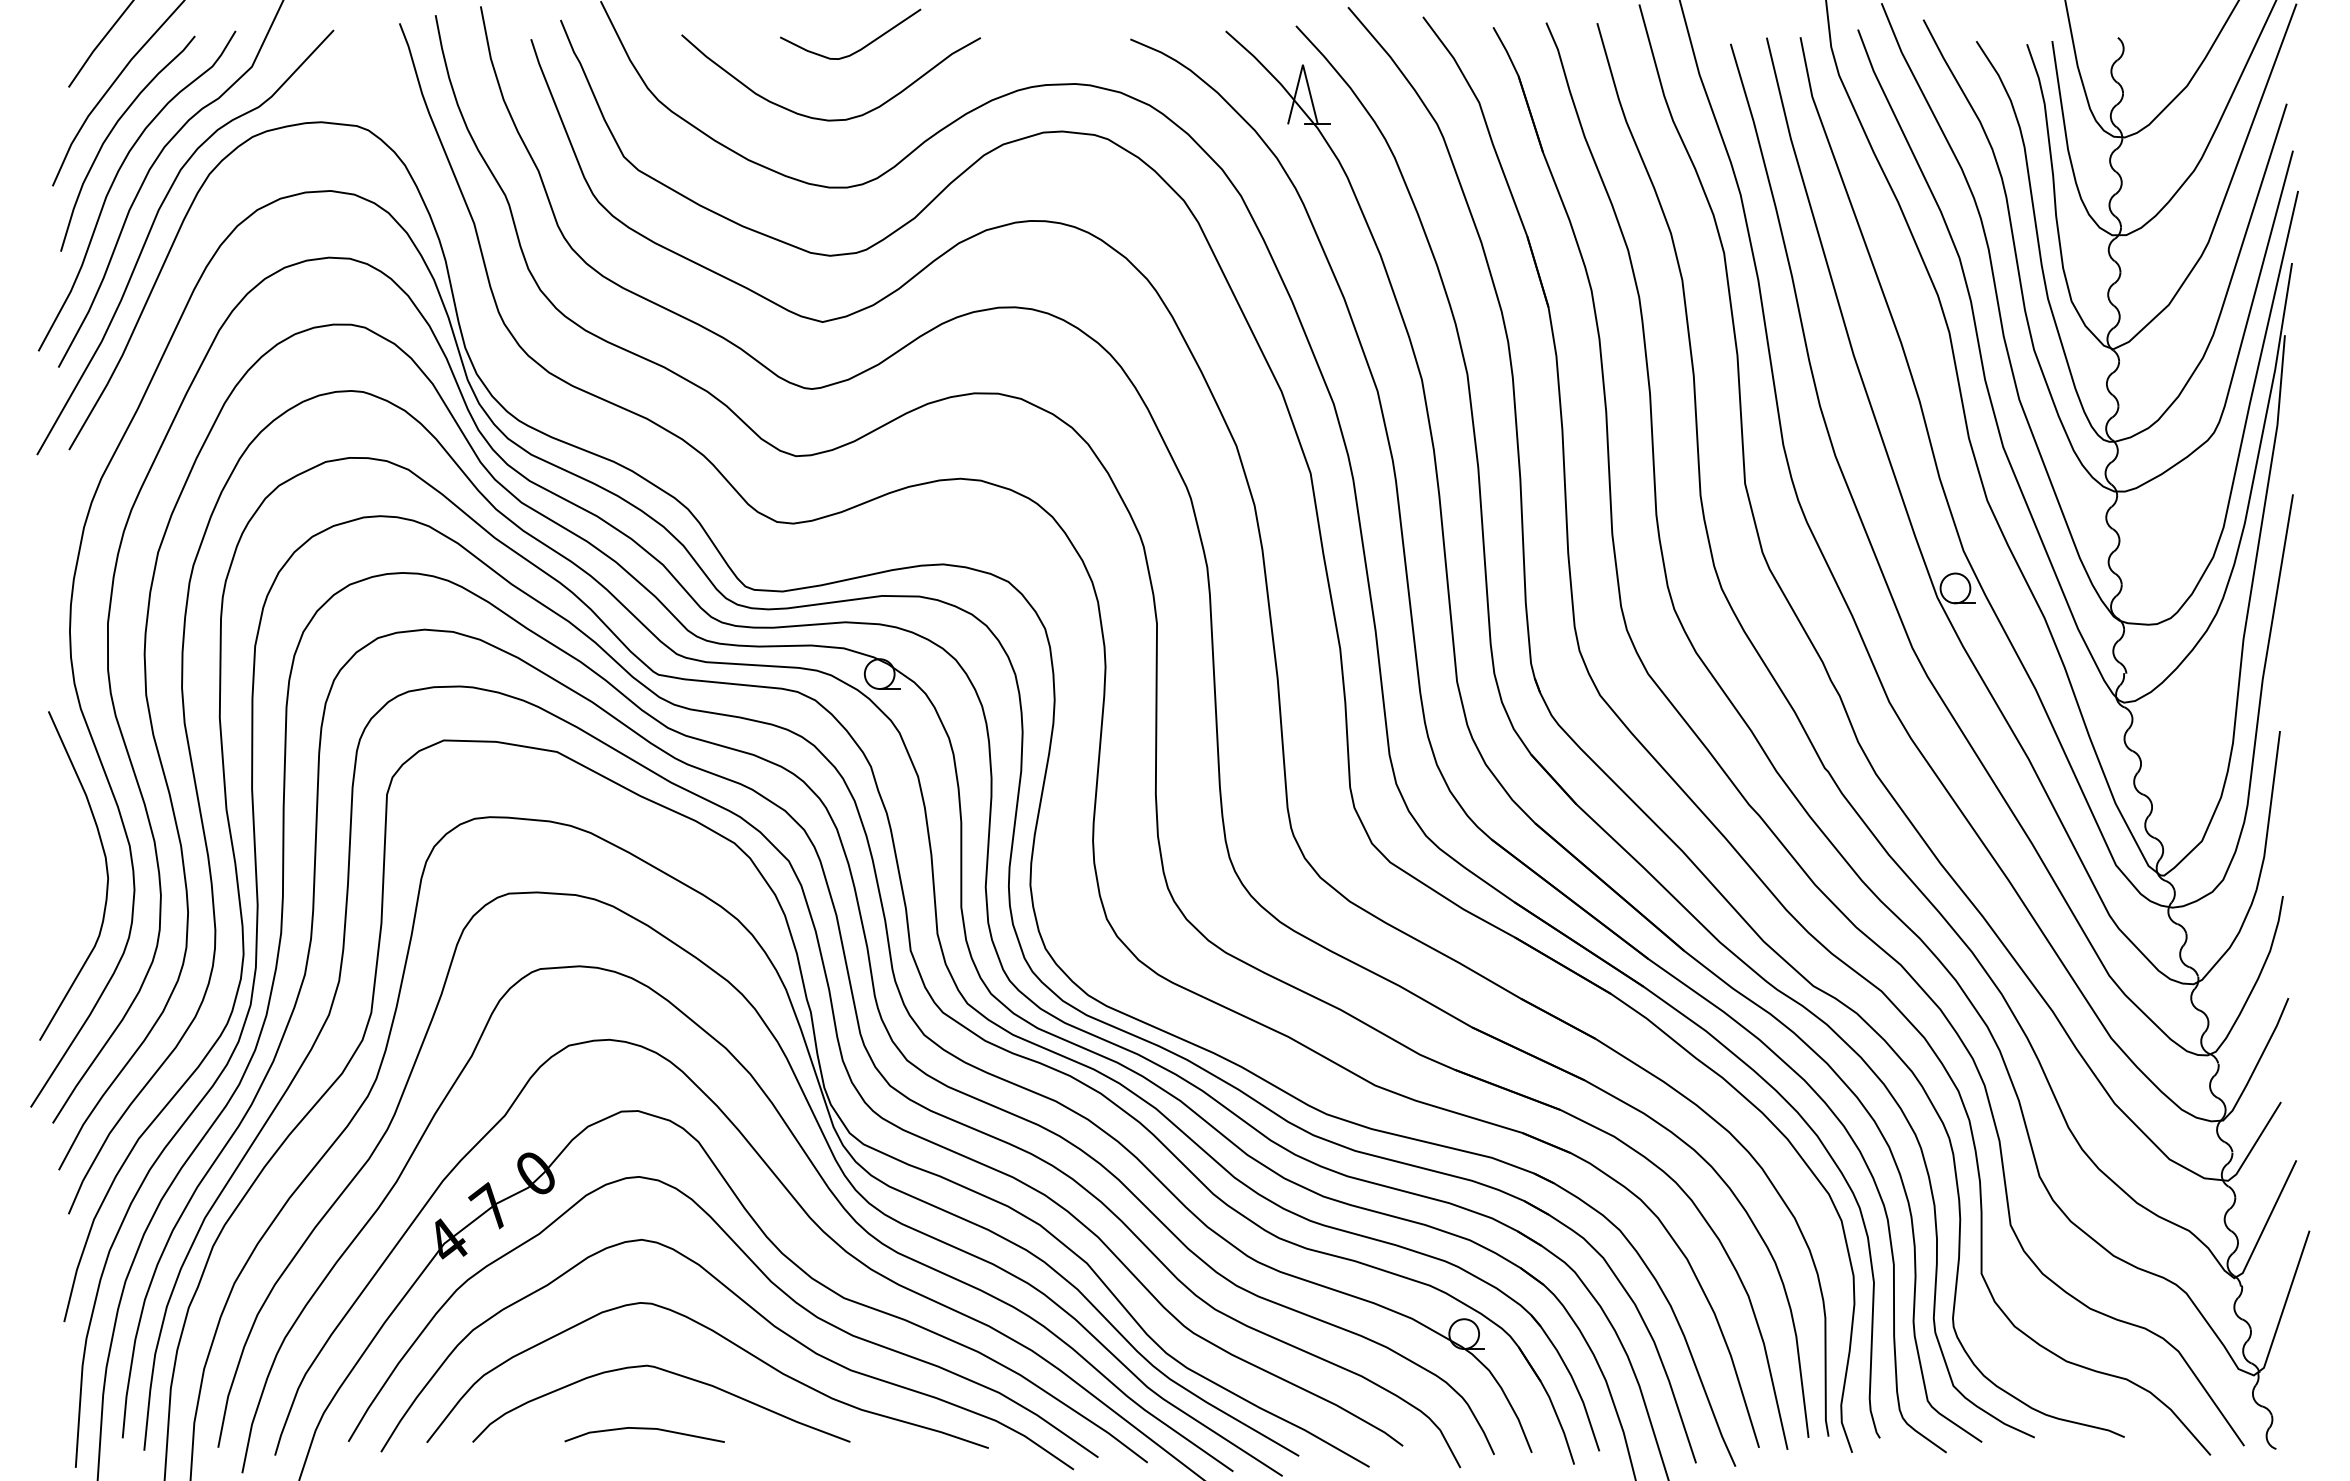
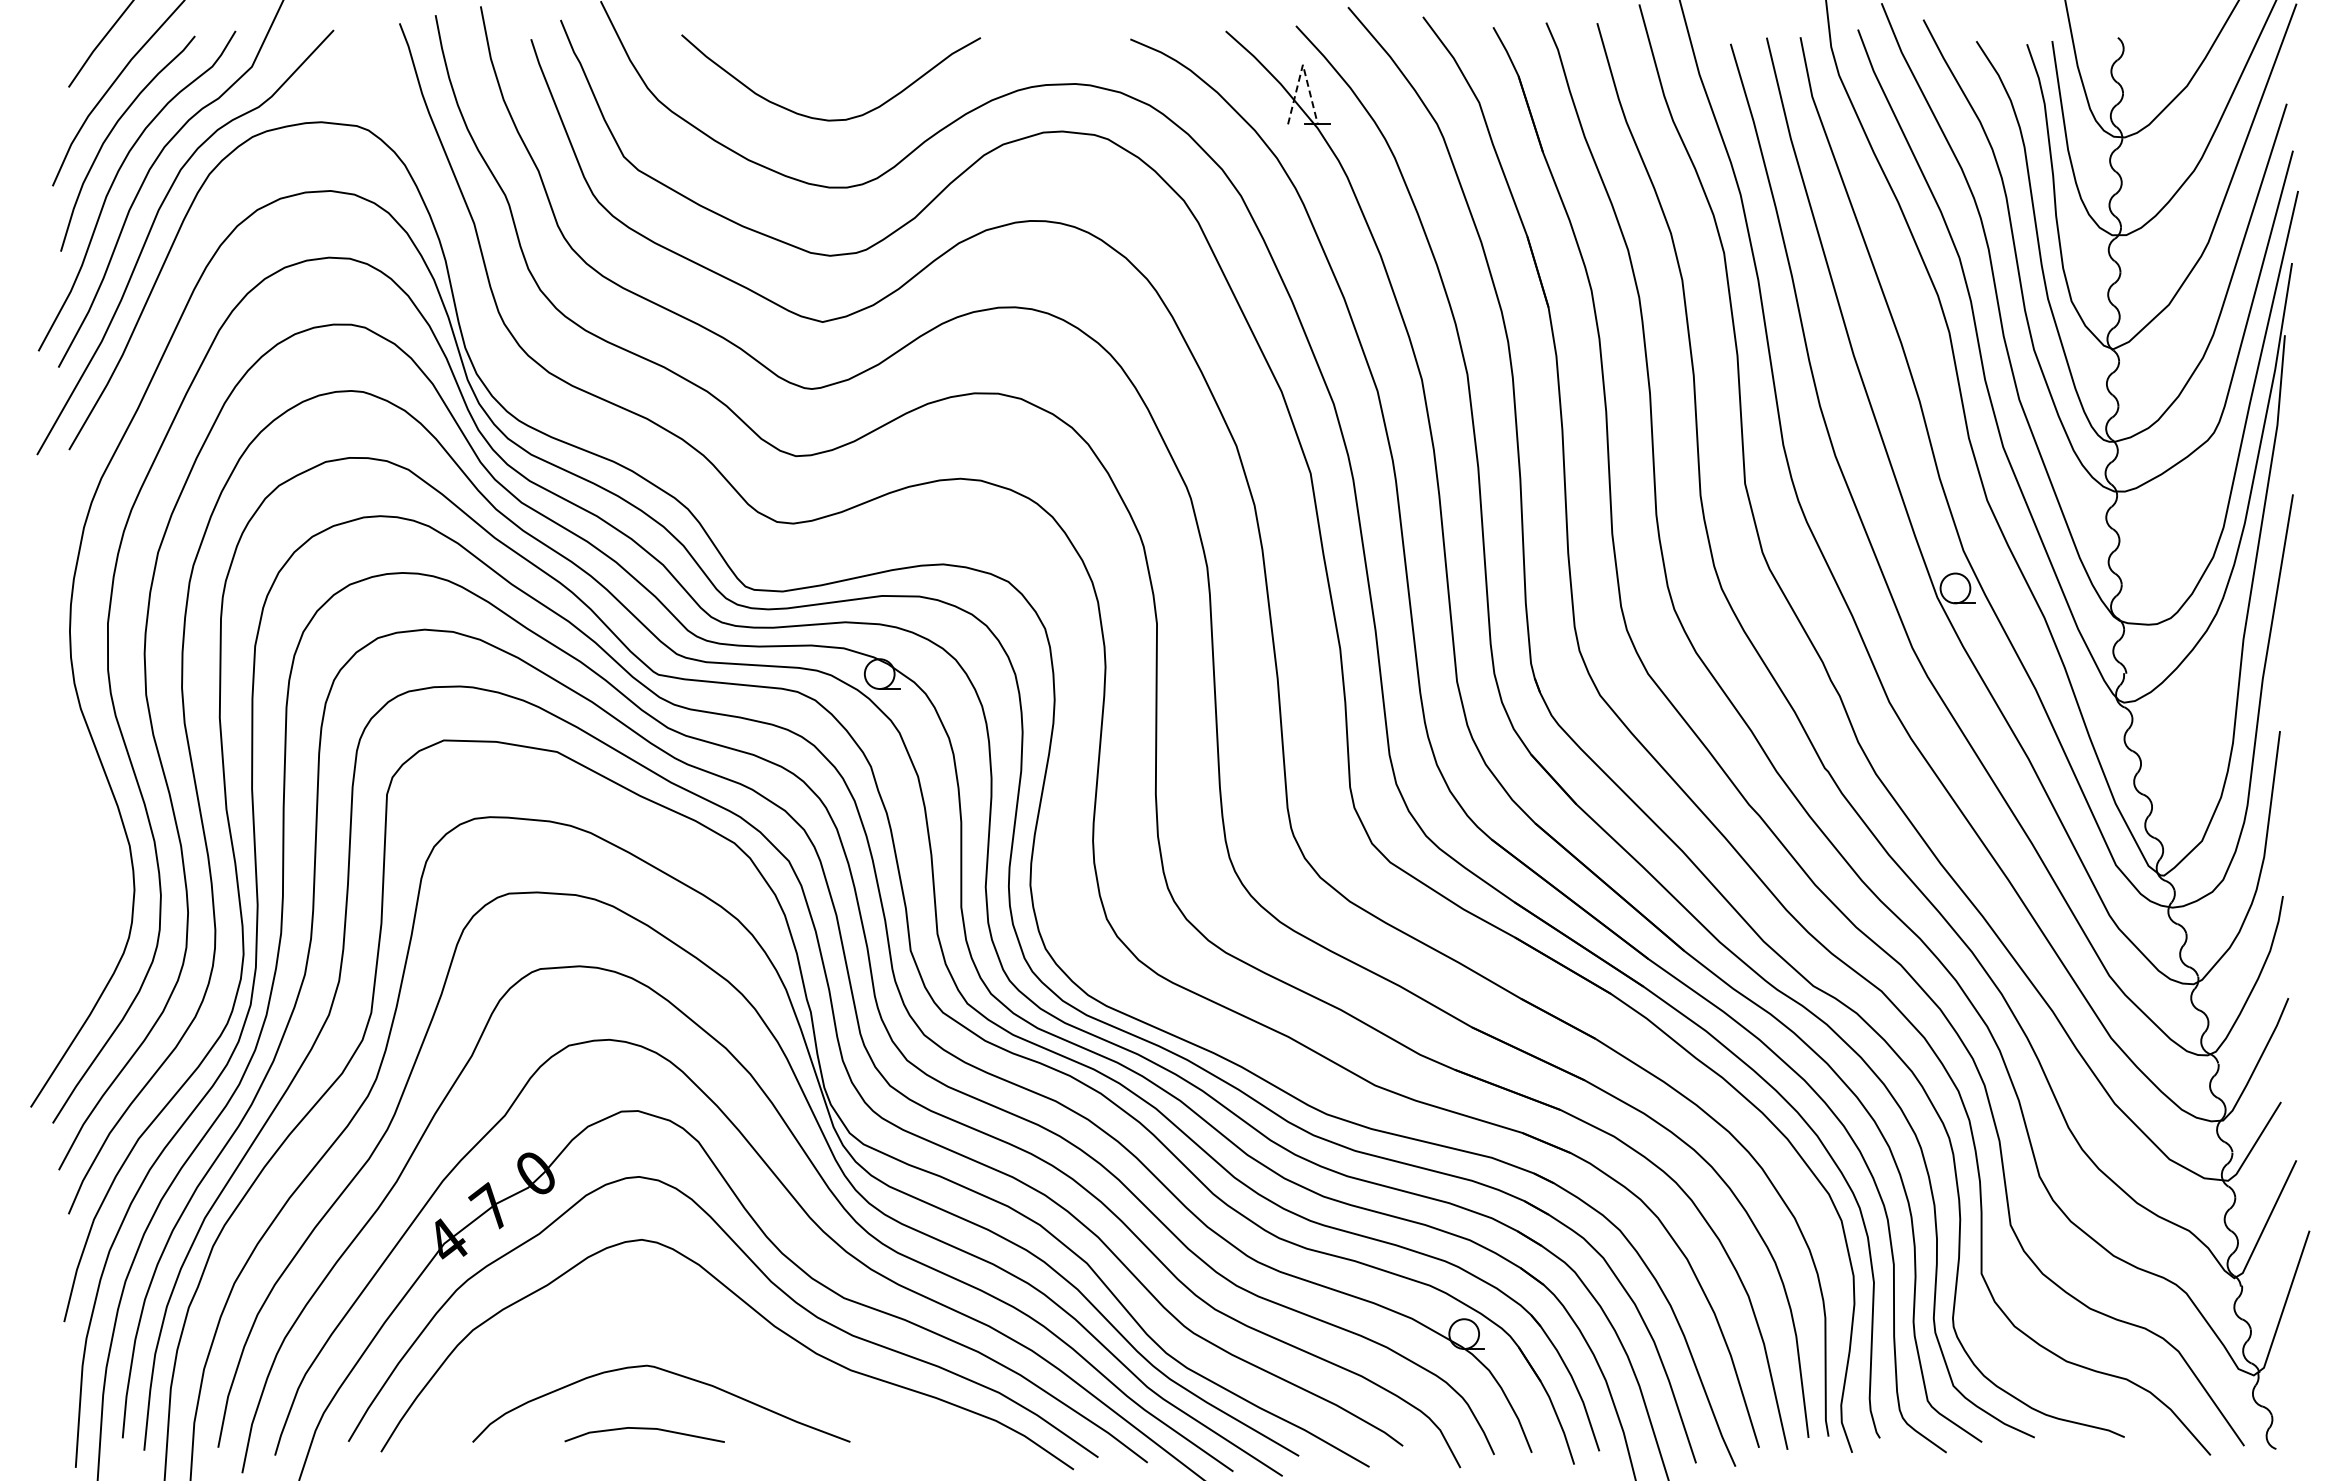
curve at (858, 49): present -> none
line at (1302, 64): solid -> dashed
curve at (106, 874): present -> none
curve at (726, 1340): present -> none
